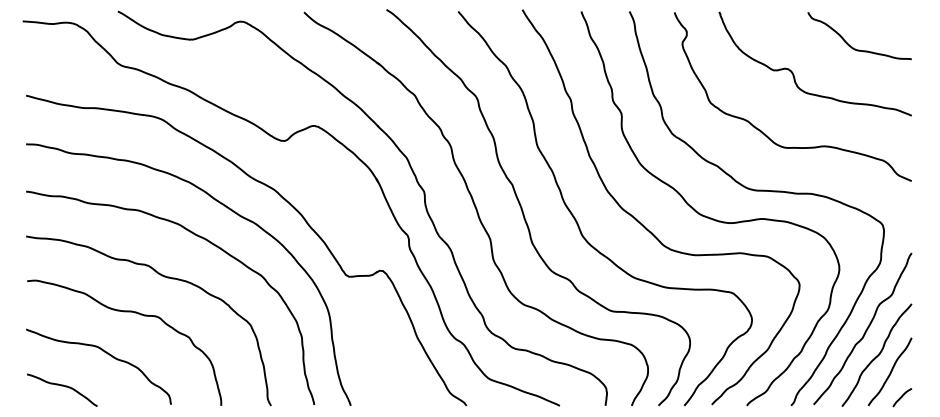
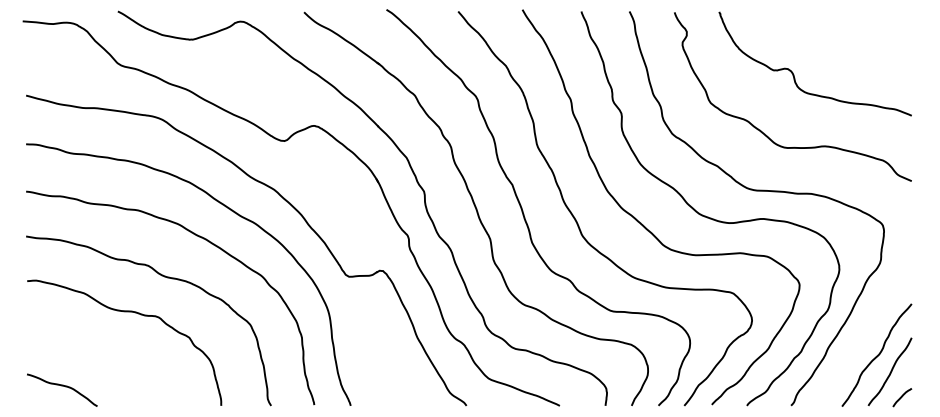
curve at (852, 46): present -> none
curve at (865, 330): present -> none
curve at (105, 353): present -> none
